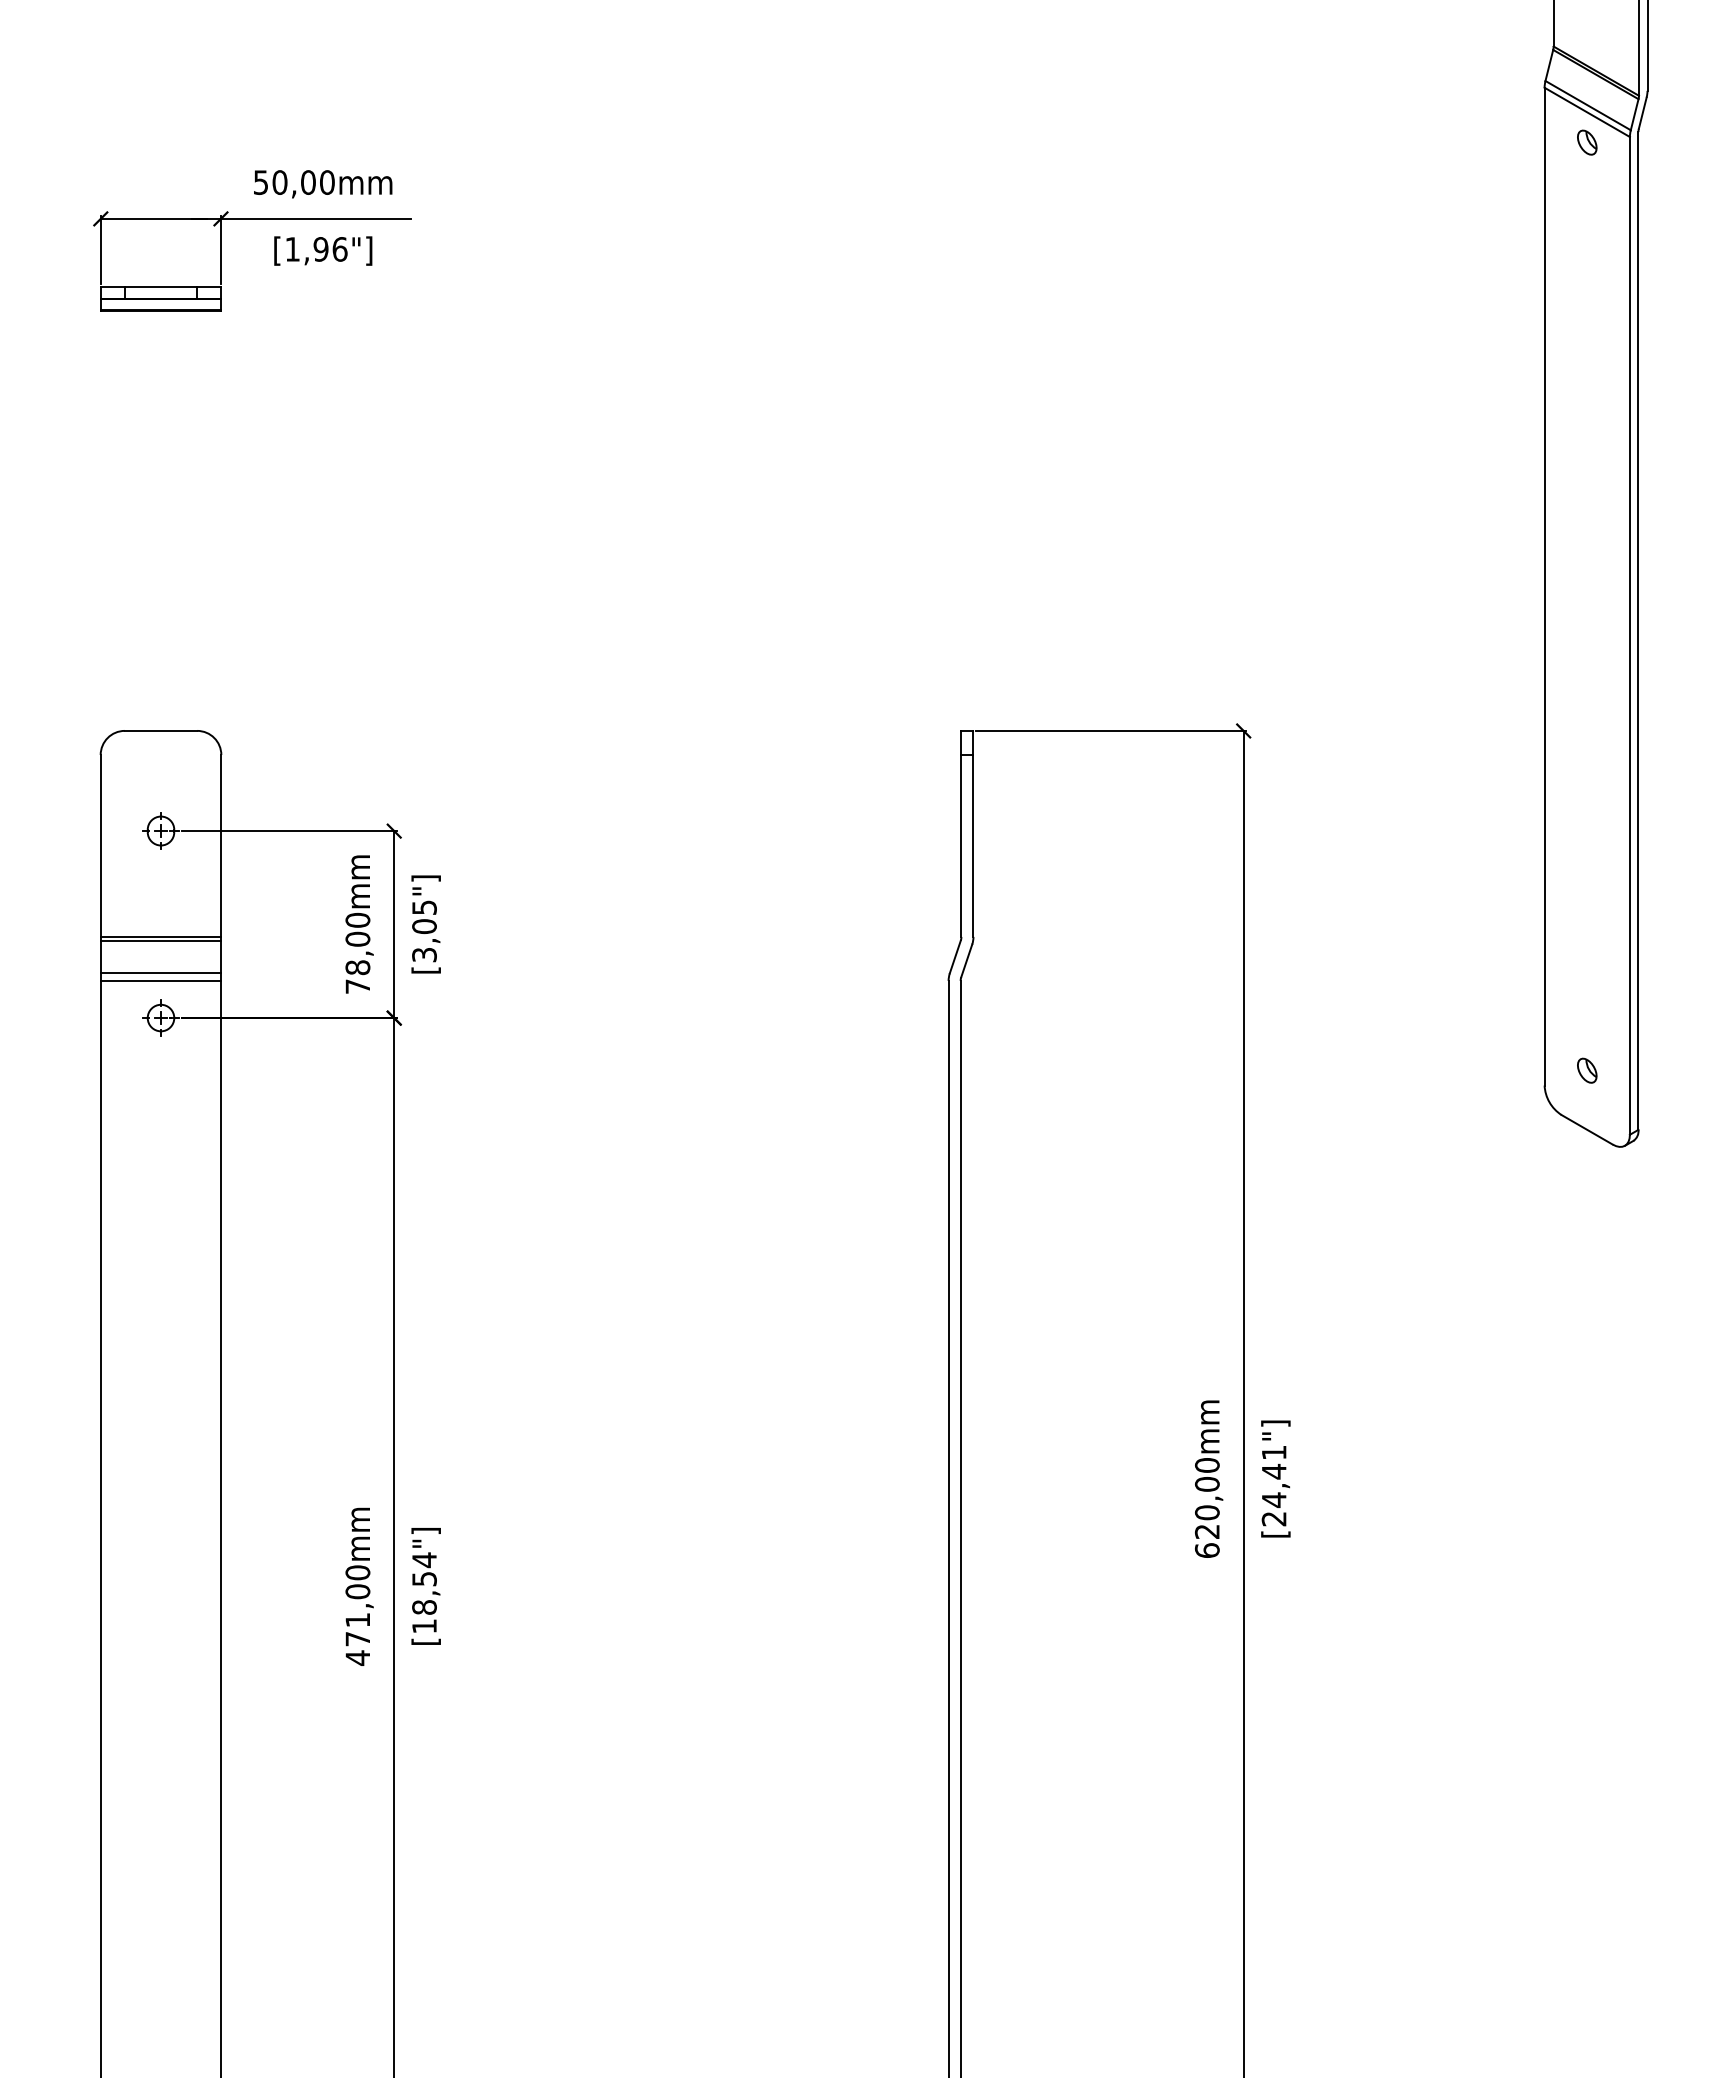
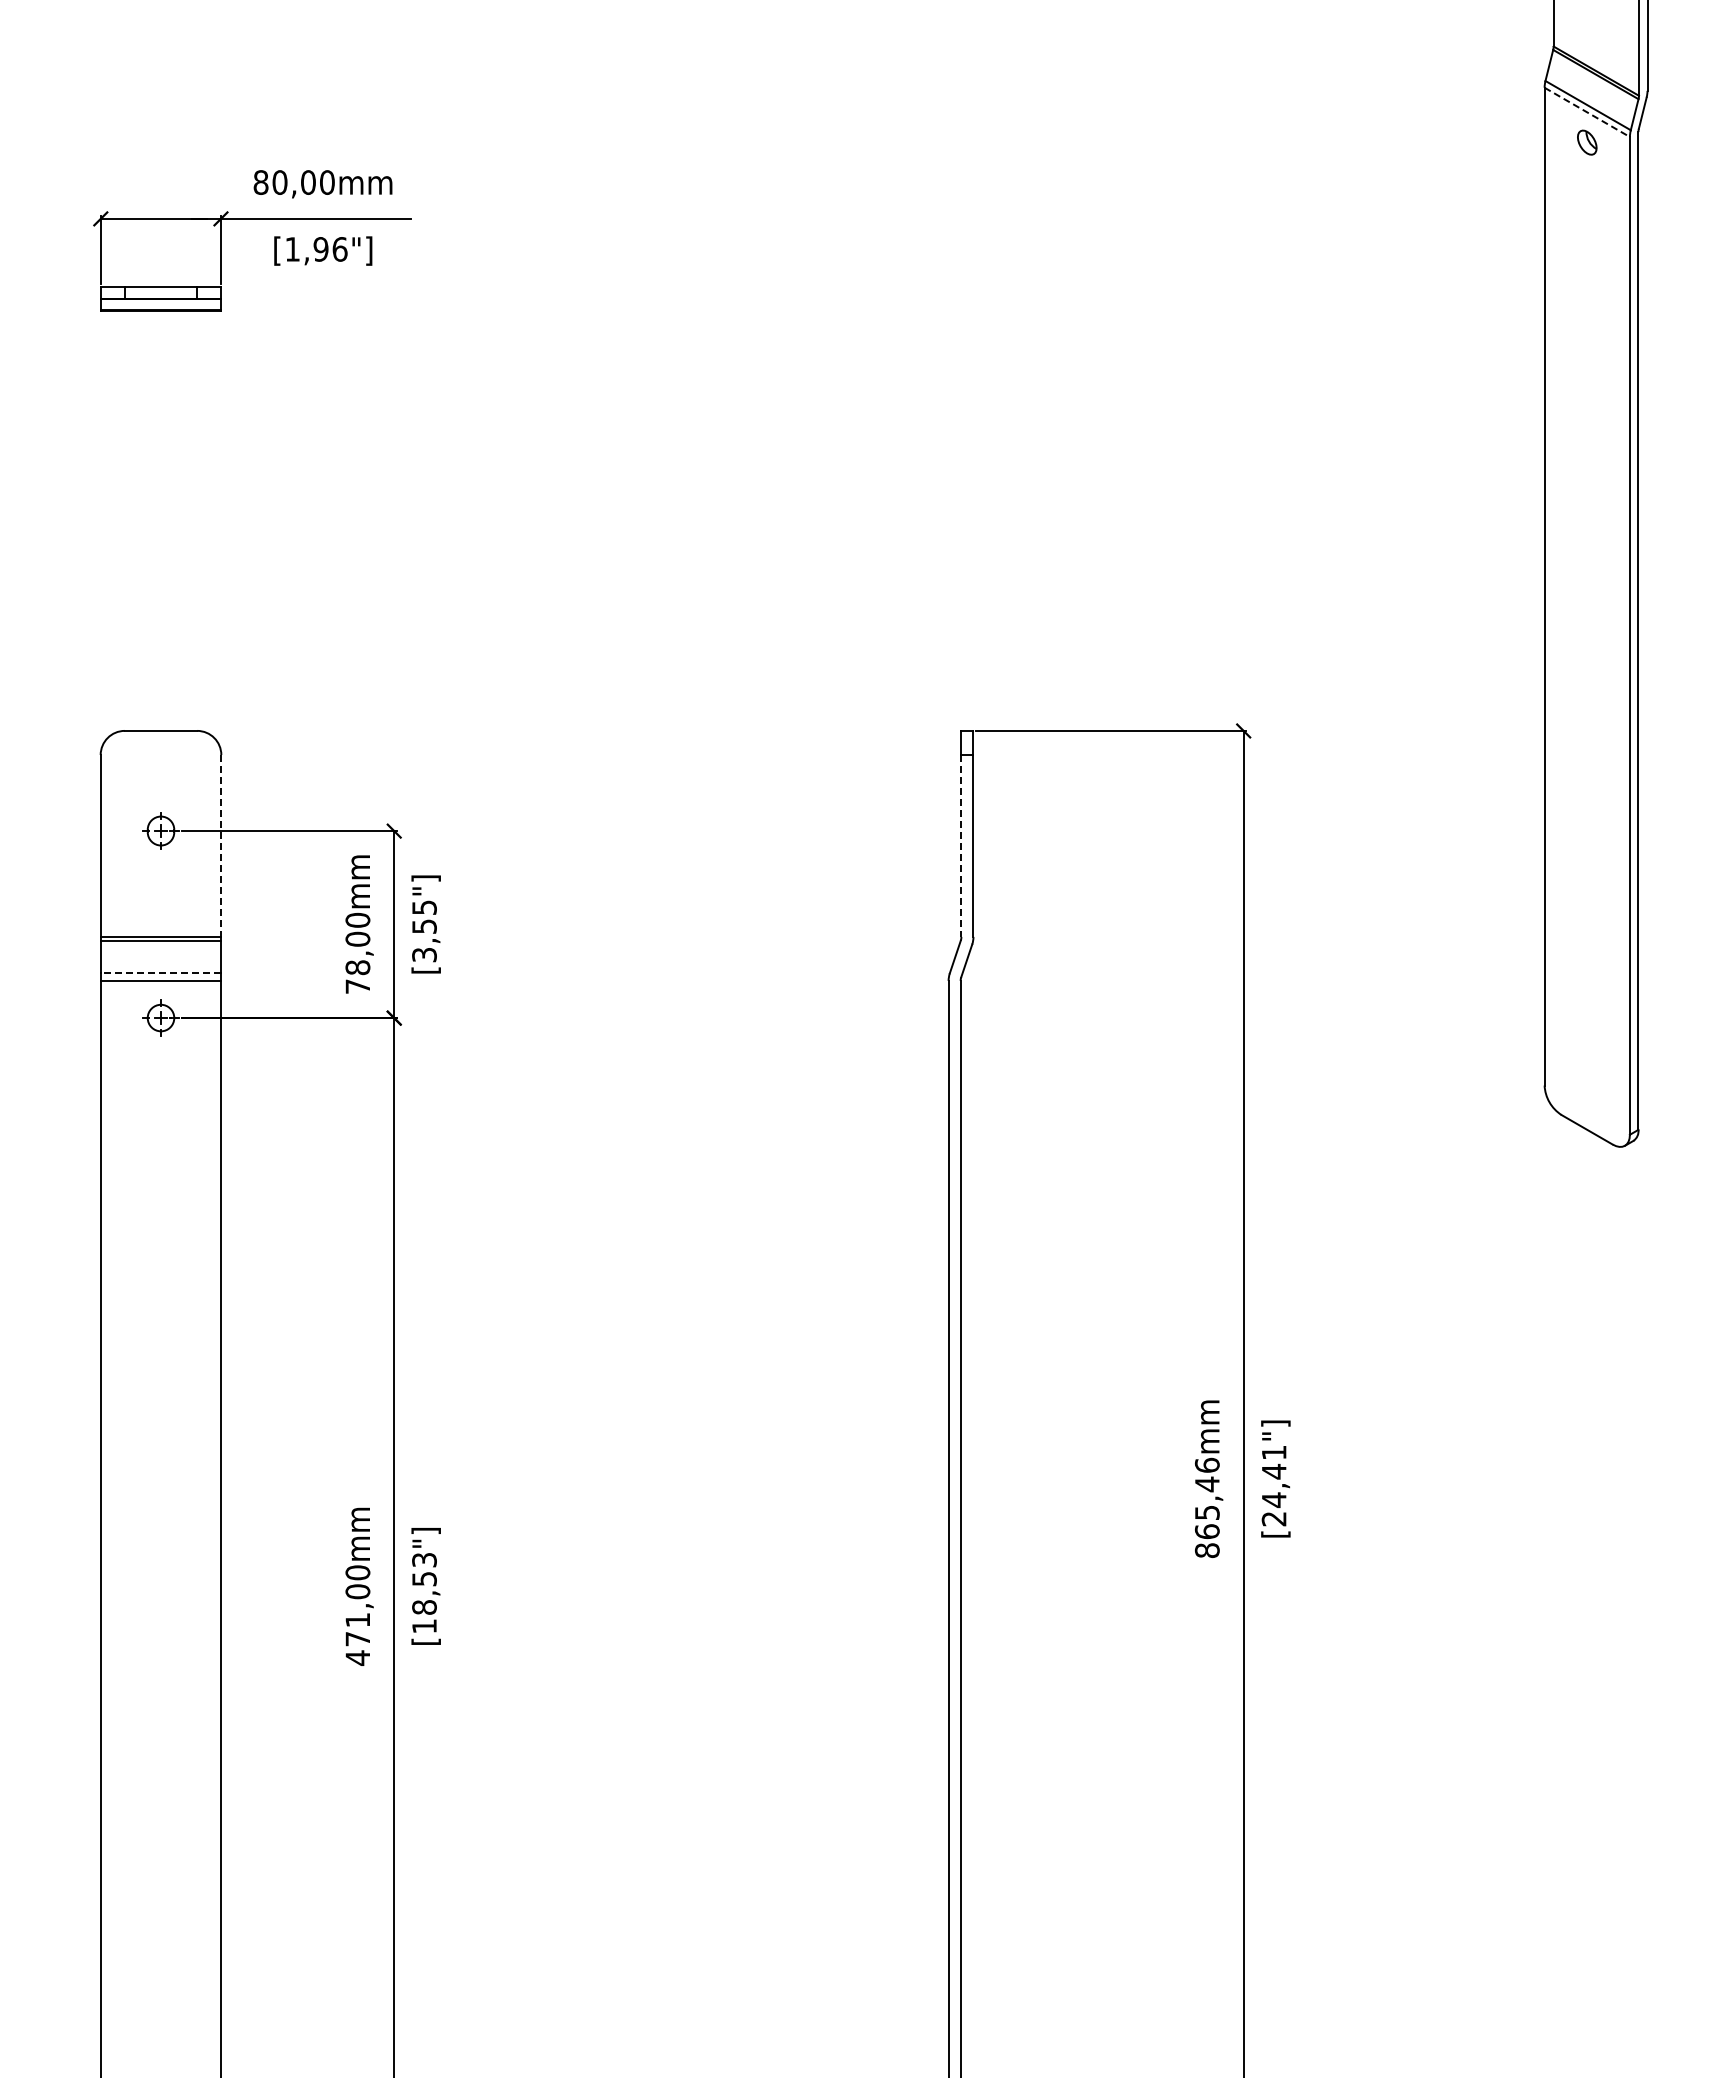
line at (1587, 112): solid -> dashed
text at (260, 182): 50,00mm -> 80,00mm
line at (221, 845): solid -> dashed
line at (961, 845): solid -> dashed
text at (424, 926): [3,05"] -> [3,55"]
line at (160, 973): solid -> dashed
part at (1587, 1070): present -> none
text at (1206, 1507): 620,00mm -> 865,46mm
text at (424, 1560): [18,54"] -> [18,53"]
